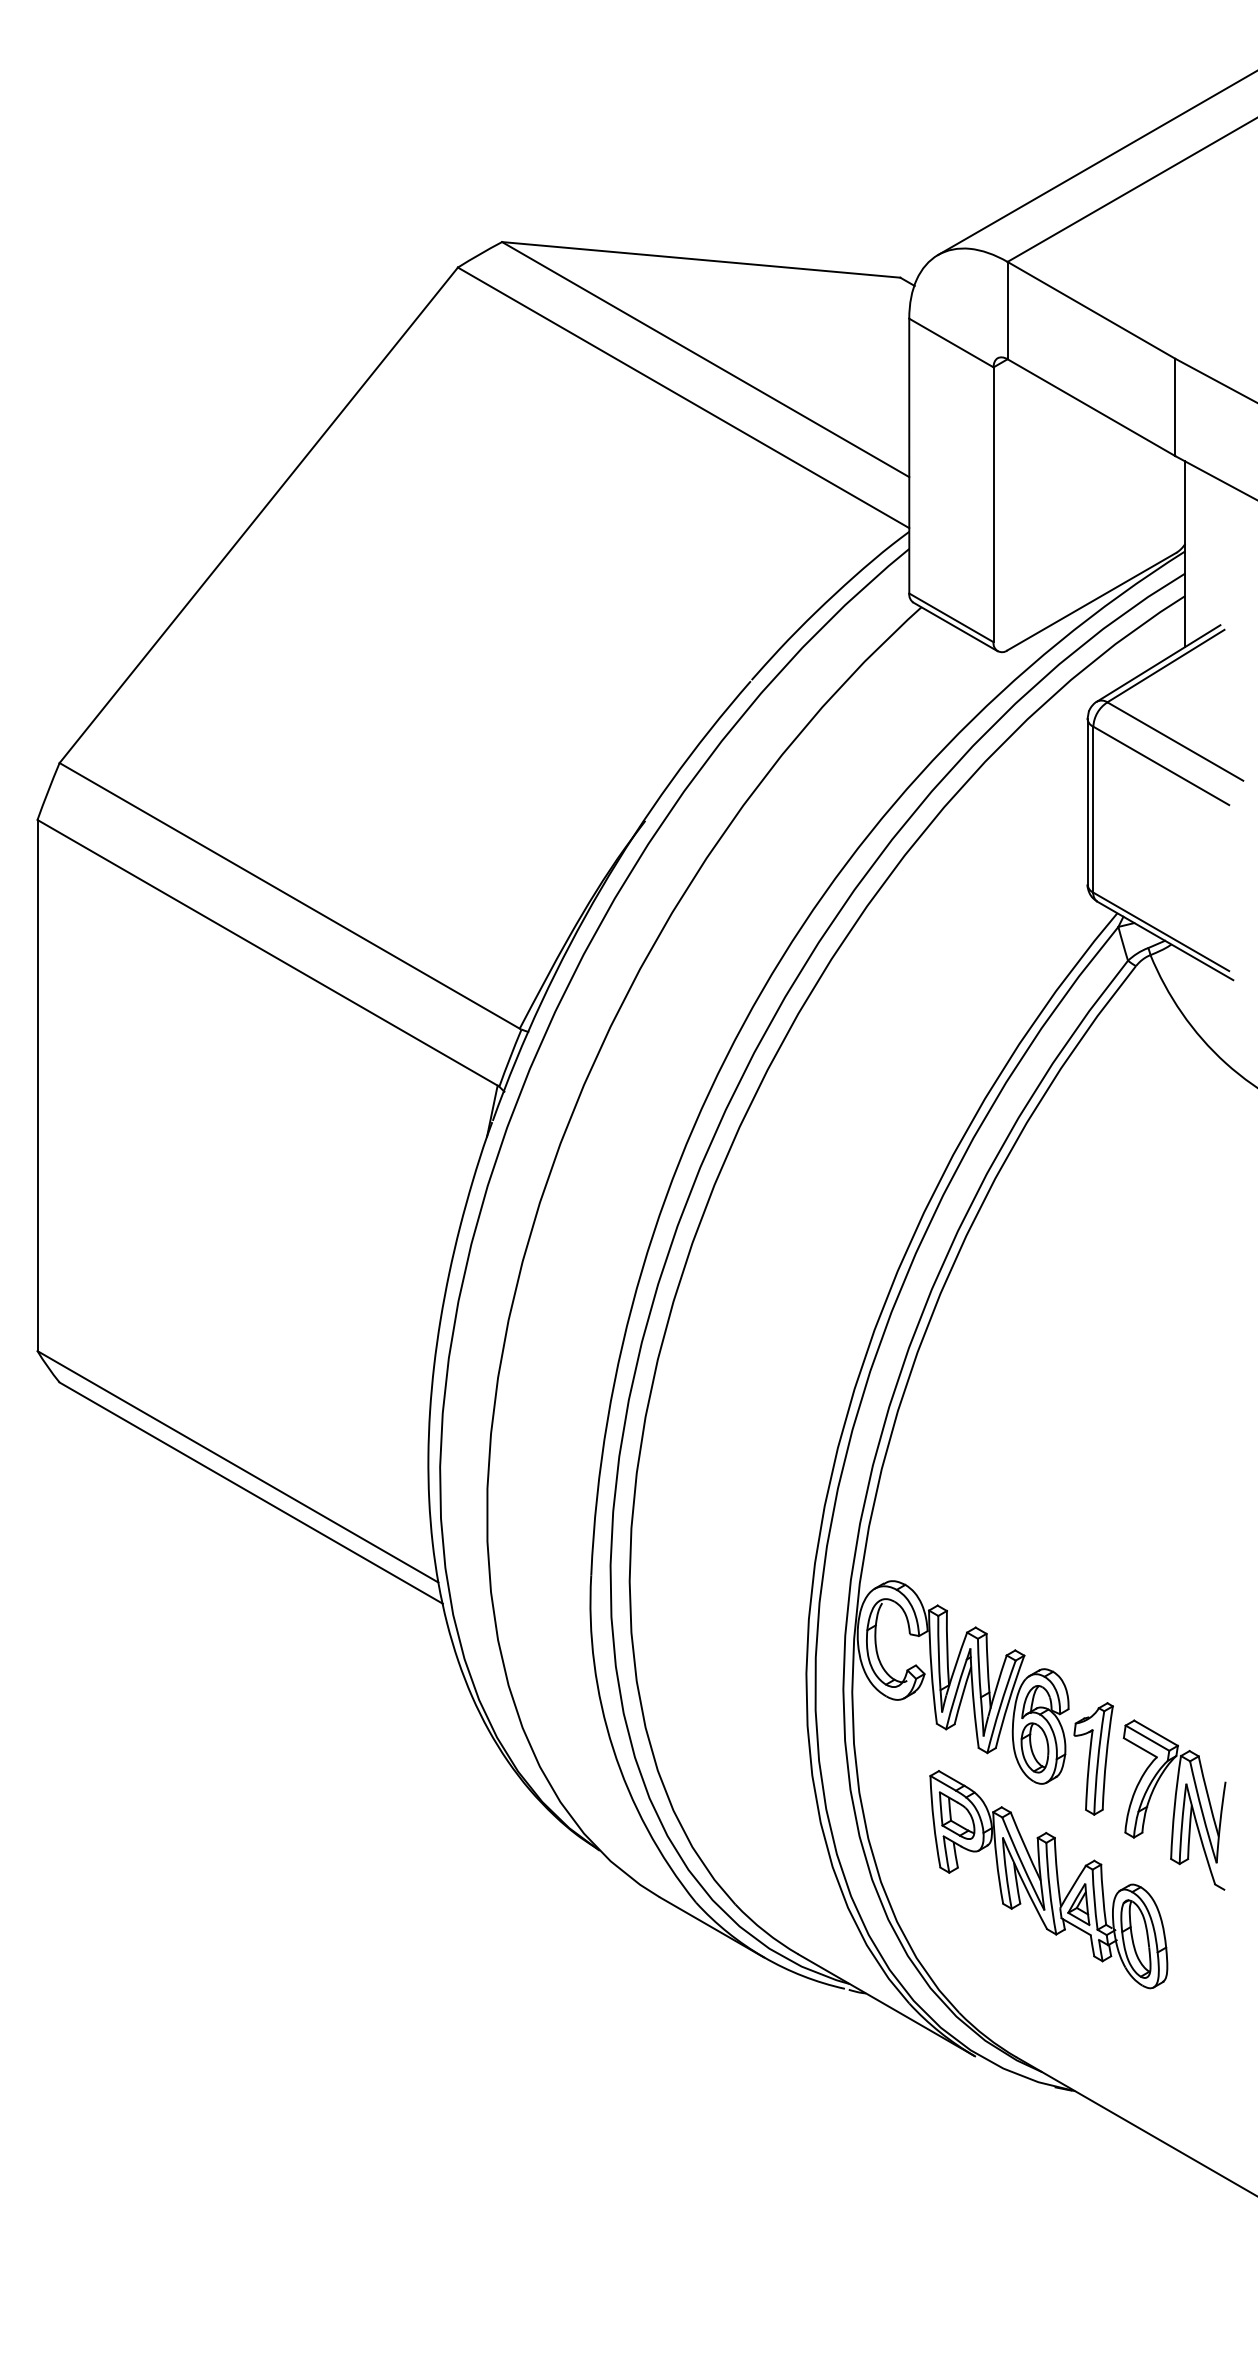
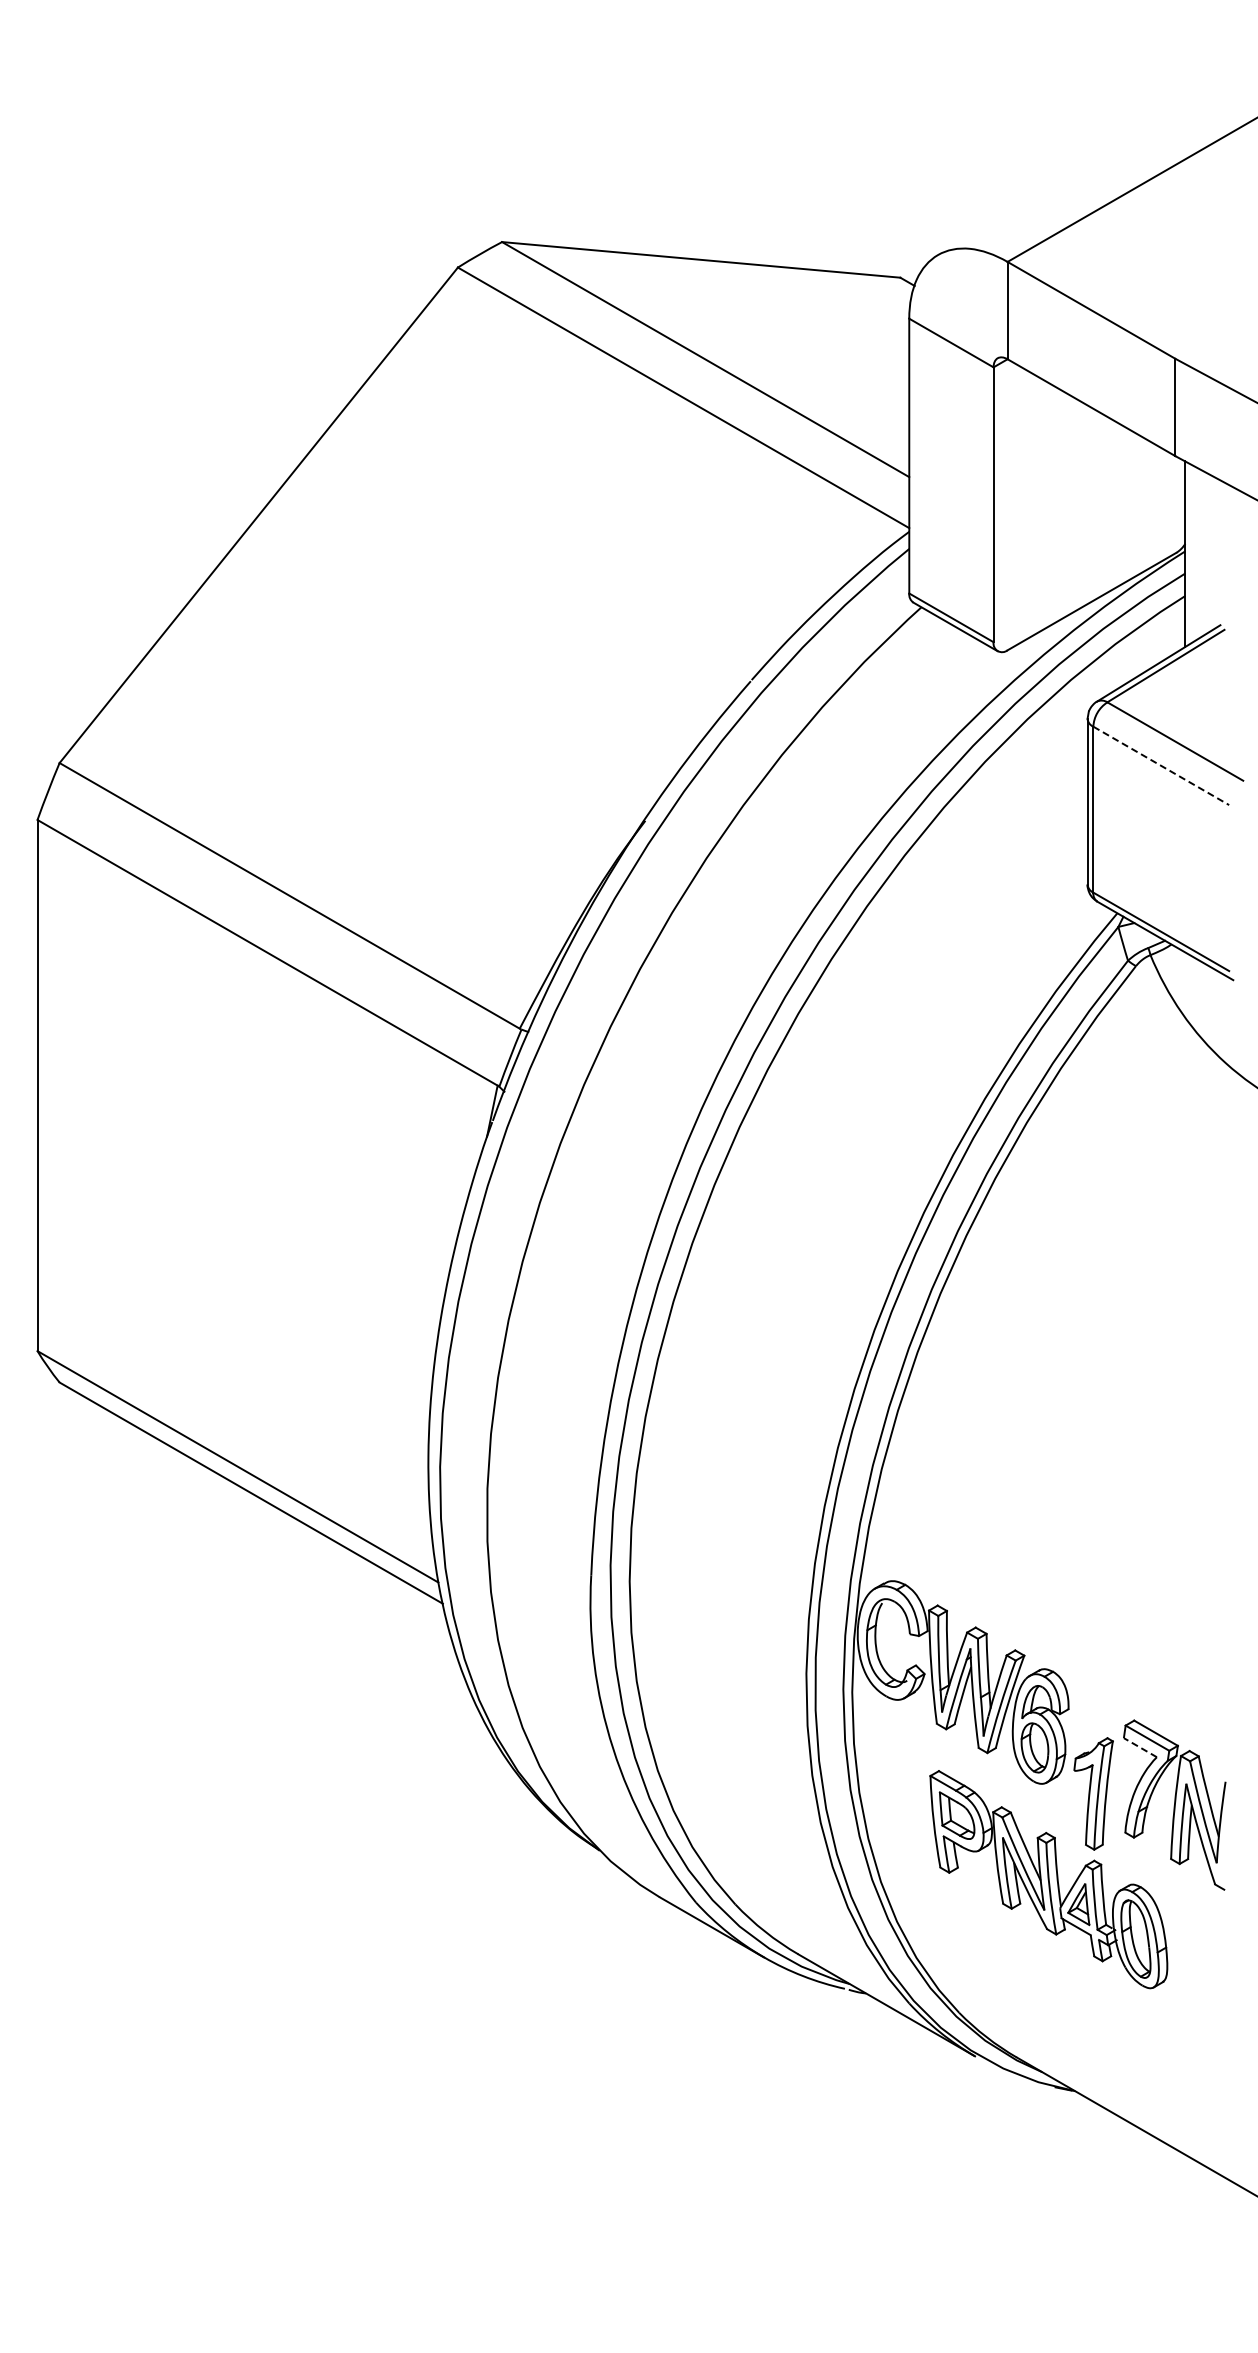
line at (1096, 163): present -> none
line at (1161, 766): solid -> dashed
line at (1139, 1747): solid -> dashed
part at (1093, 1758) position: (1093, 1758) -> (1093, 1793)
